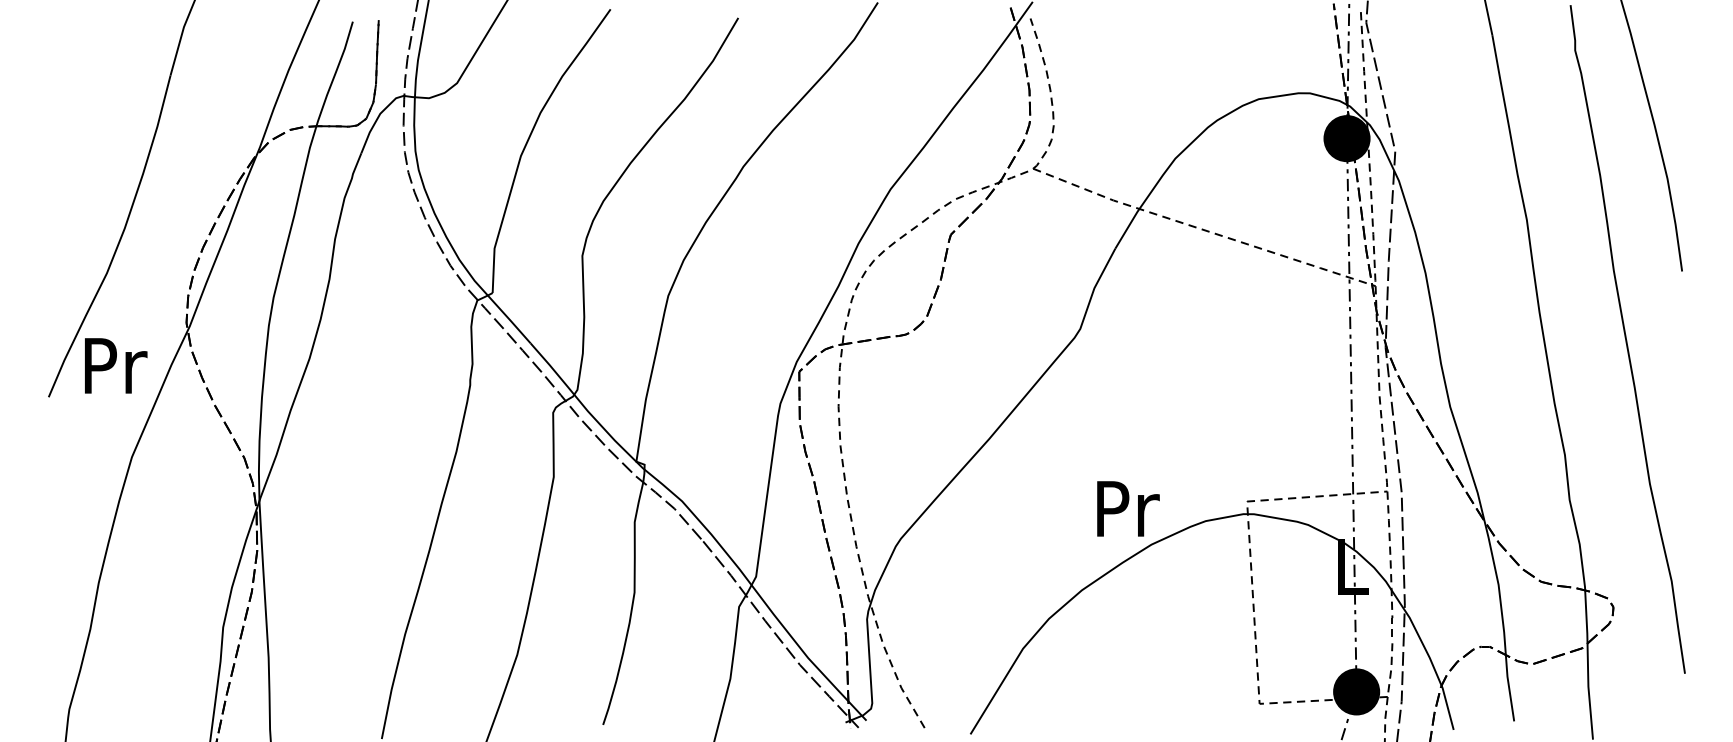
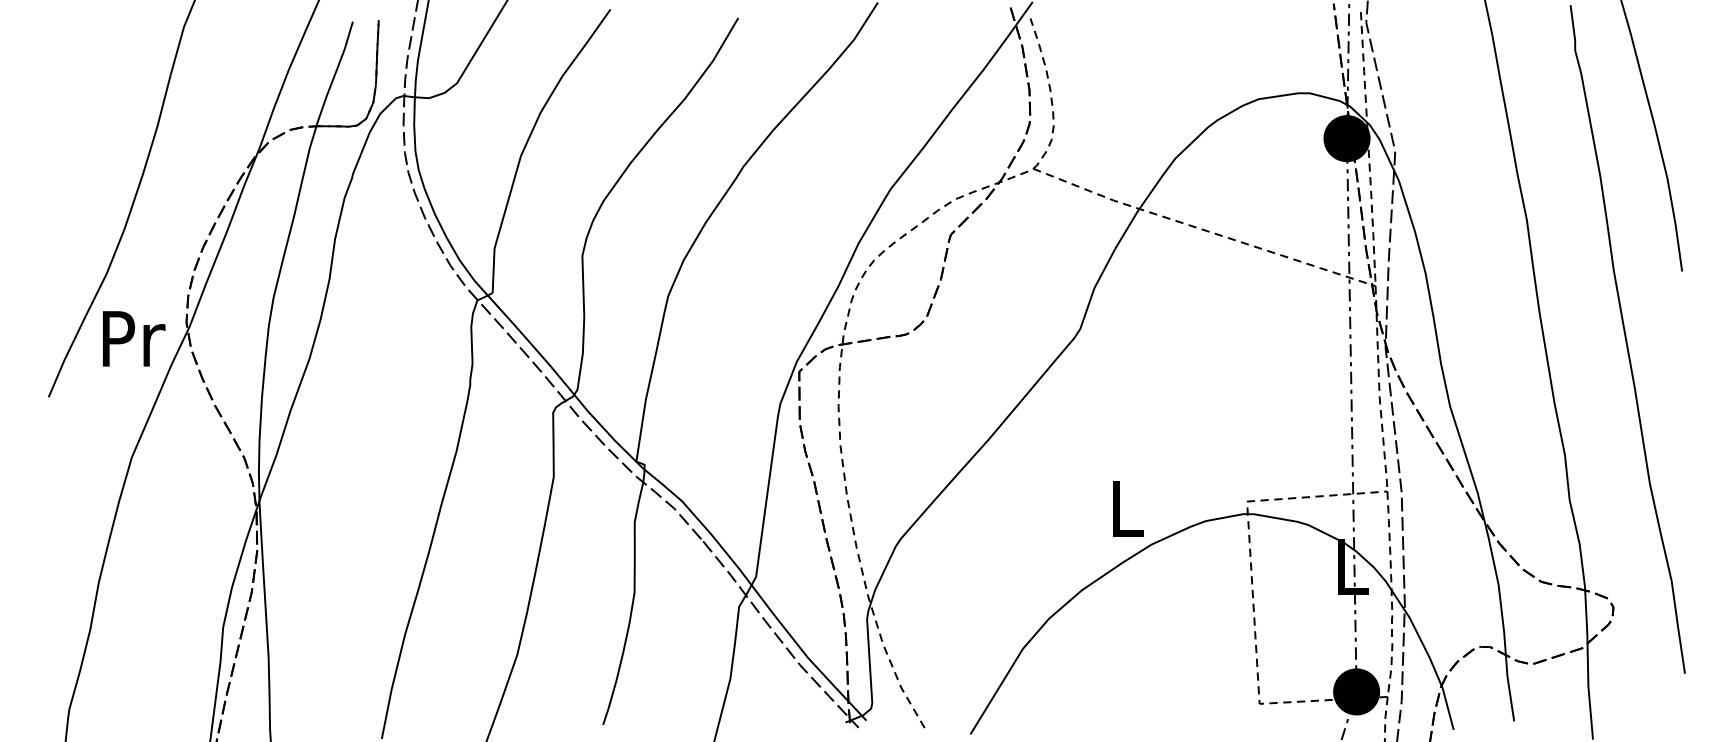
text at (116, 365) position: (116, 365) -> (134, 338)
text at (1128, 508): Pr -> L
